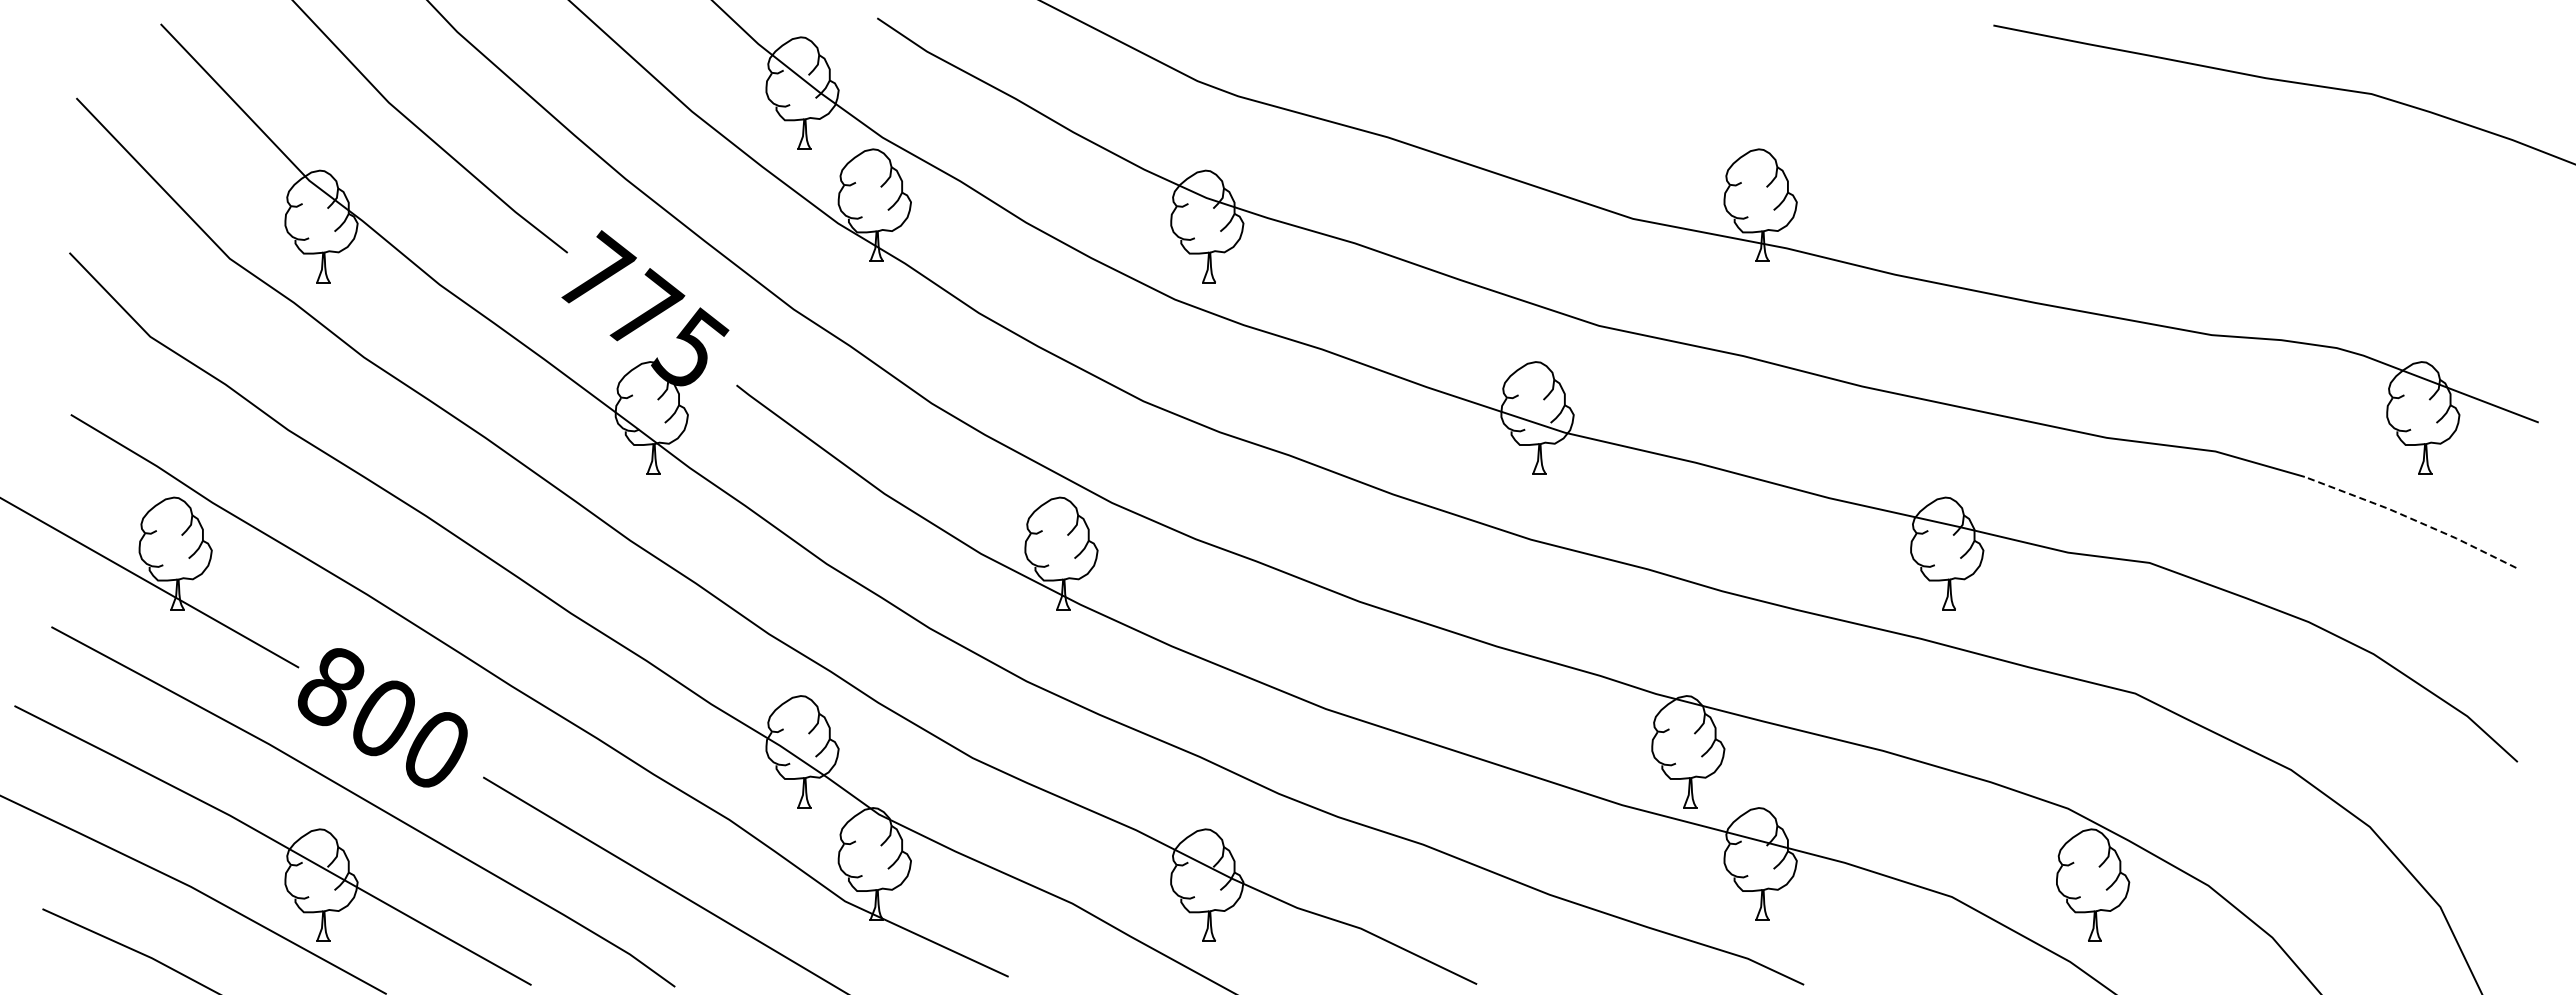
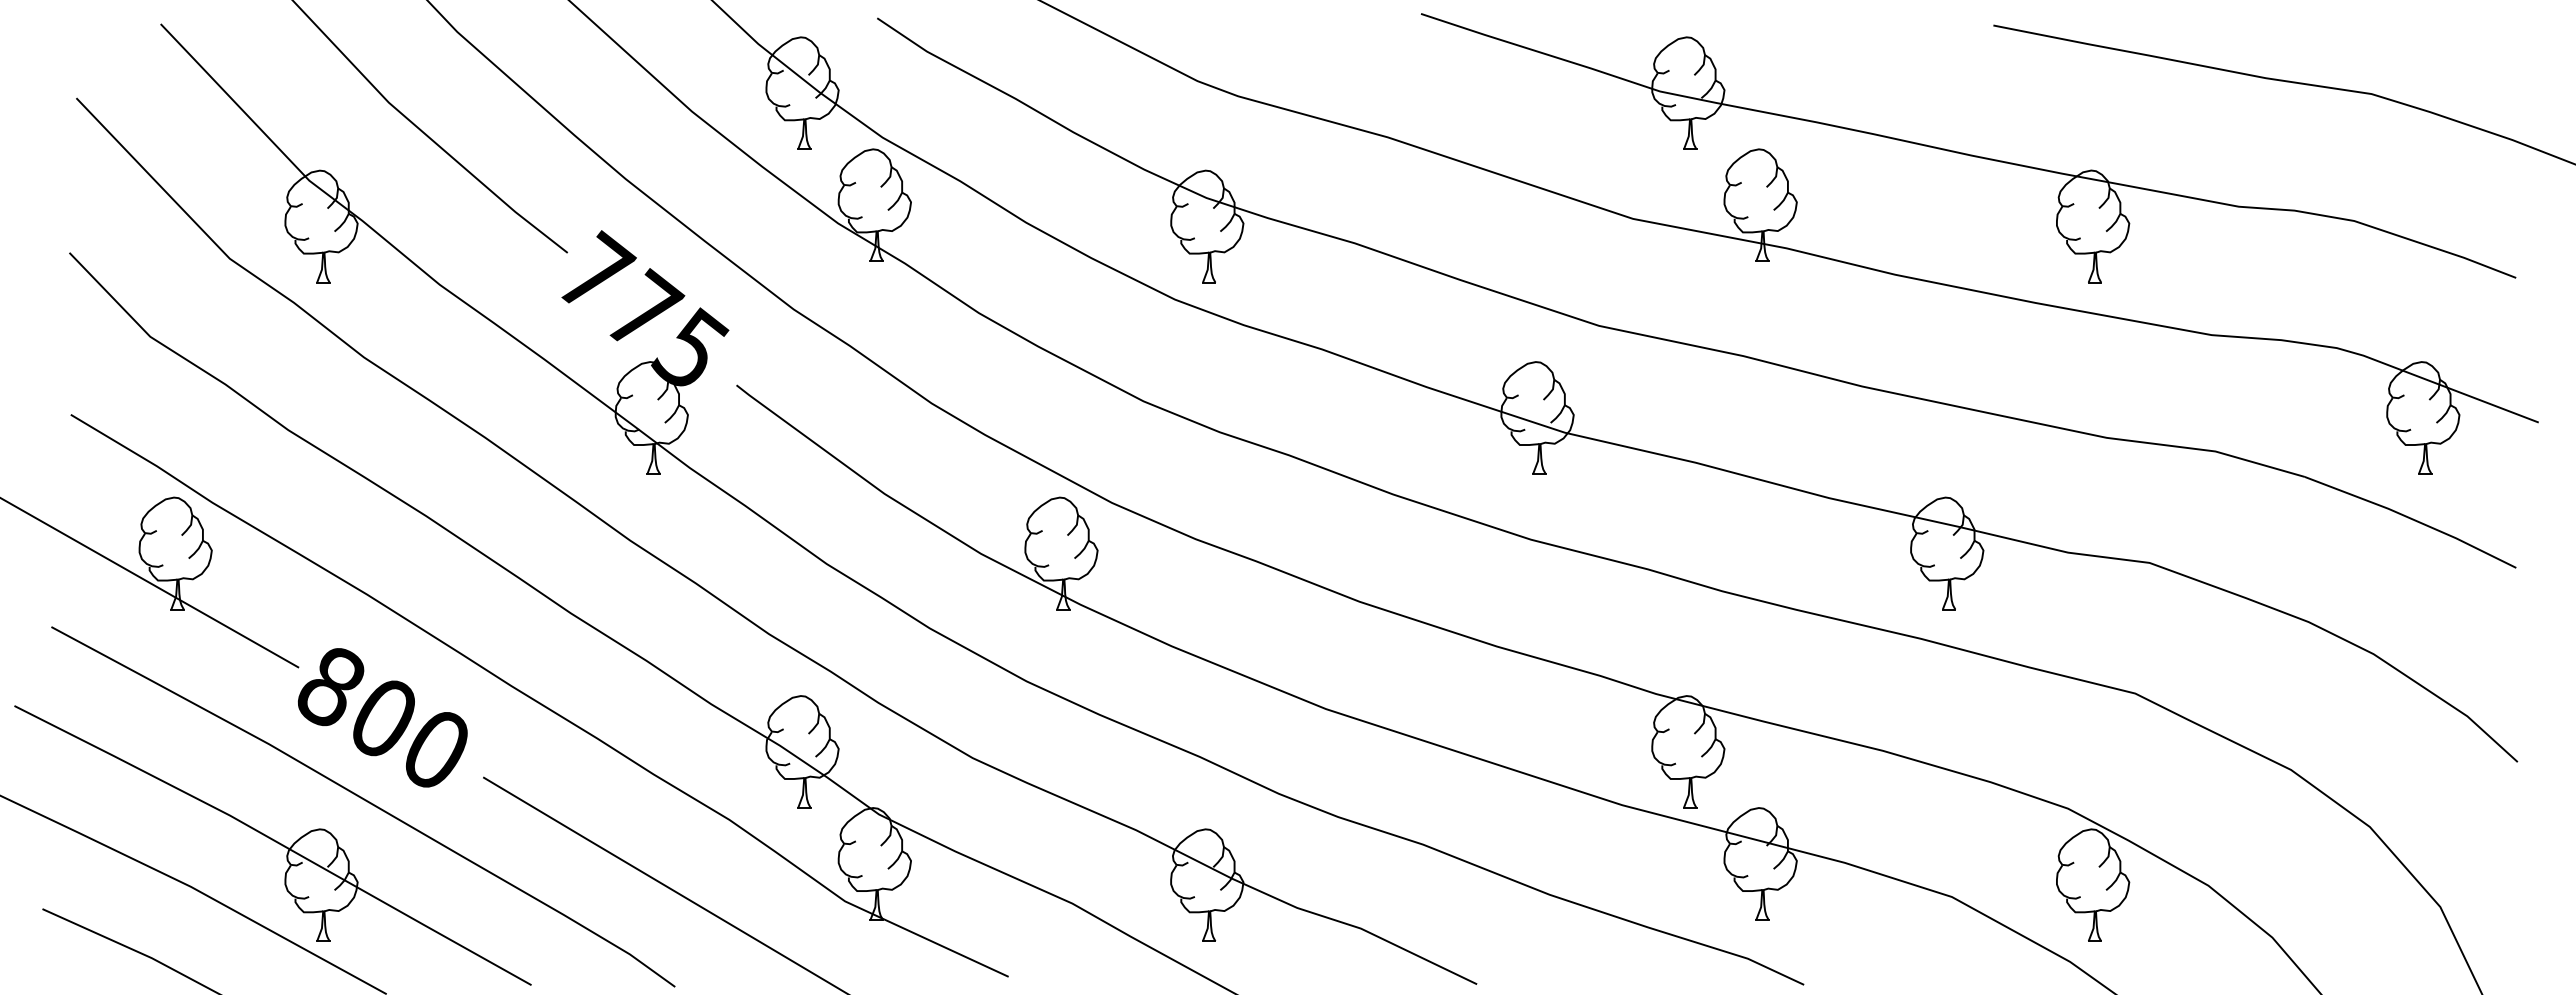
part at (1968, 148): none -> present
line at (2411, 519): dashed -> solid
